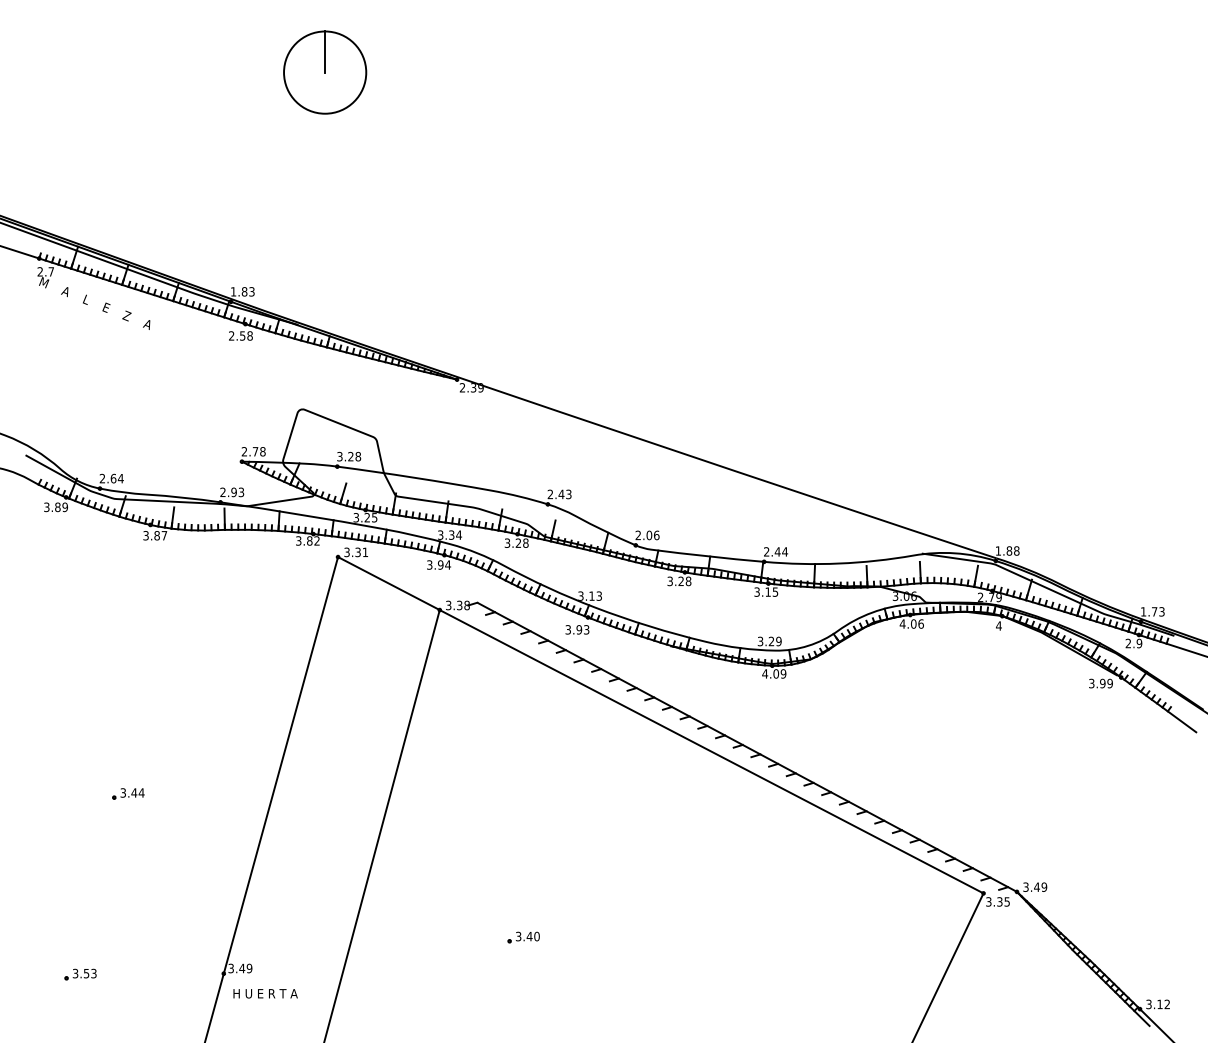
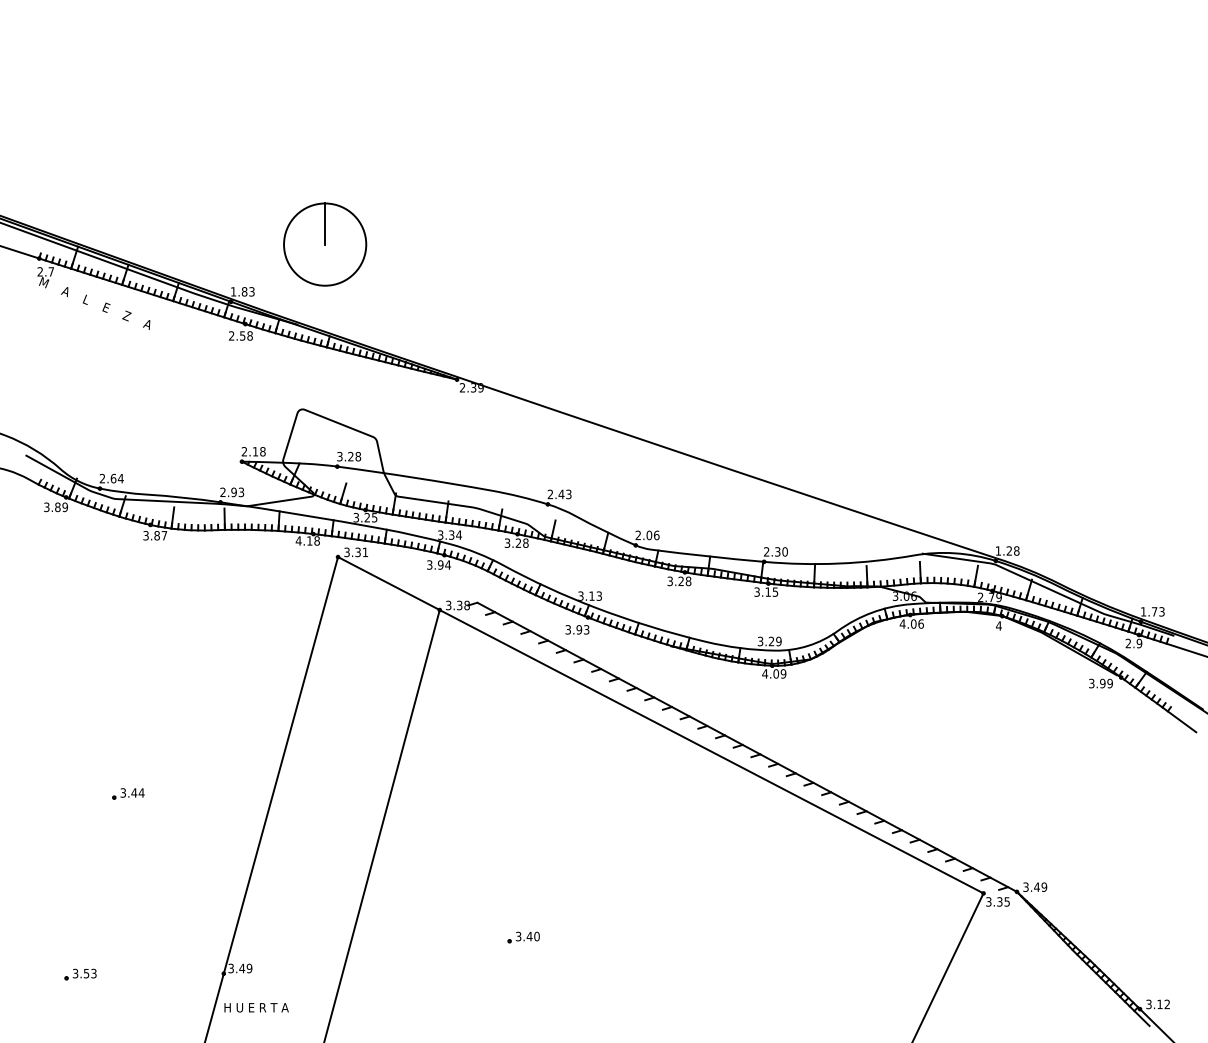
part at (325, 72) position: (325, 72) -> (325, 244)
text at (255, 451): 2.78 -> 2.18
text at (307, 540): 3.82 -> 4.18
text at (1009, 550): 1.88 -> 1.28
text at (781, 551): 2.44 -> 2.30
text at (265, 993) position: (265, 993) -> (256, 1007)
